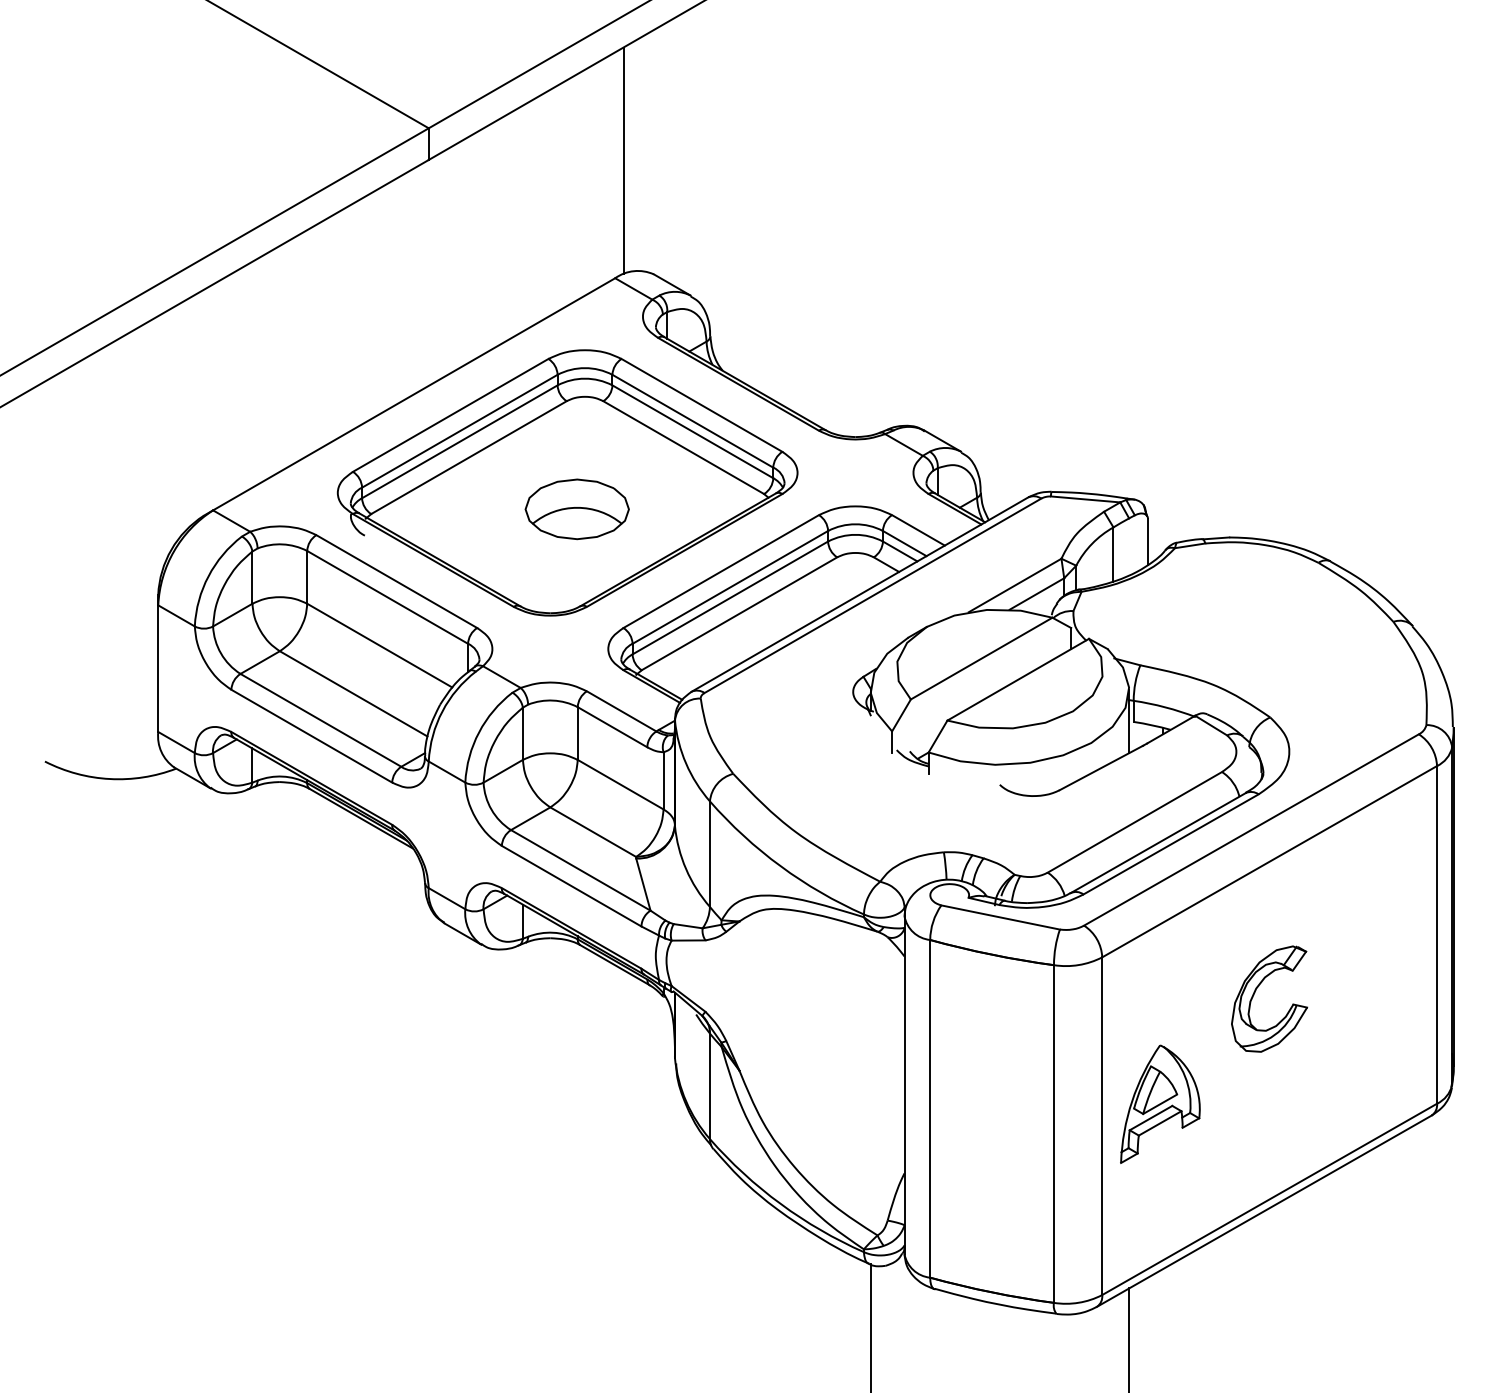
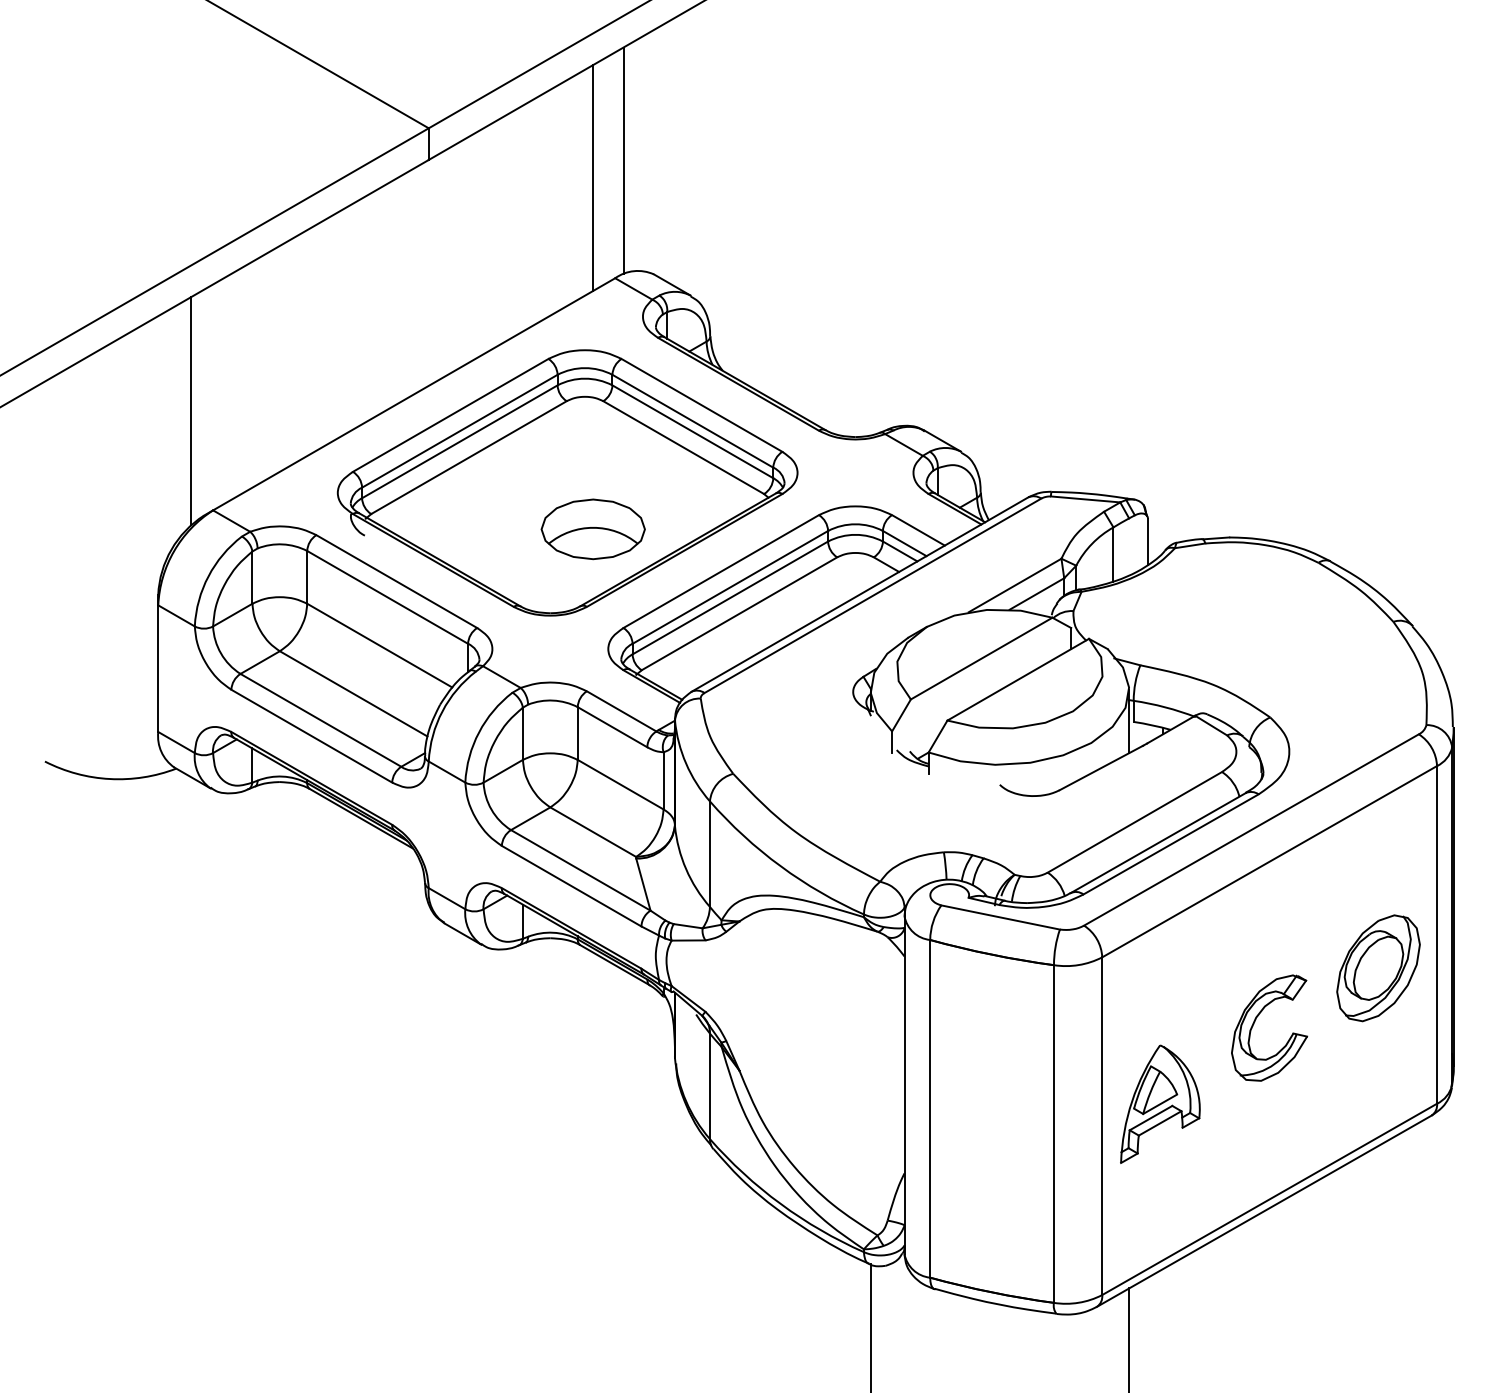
line at (593, 177): none -> present
line at (191, 411): none -> present
part at (576, 509) position: (576, 509) -> (592, 529)
part at (1378, 968): none -> present
part at (1255, 992) position: (1255, 992) -> (1255, 1021)
